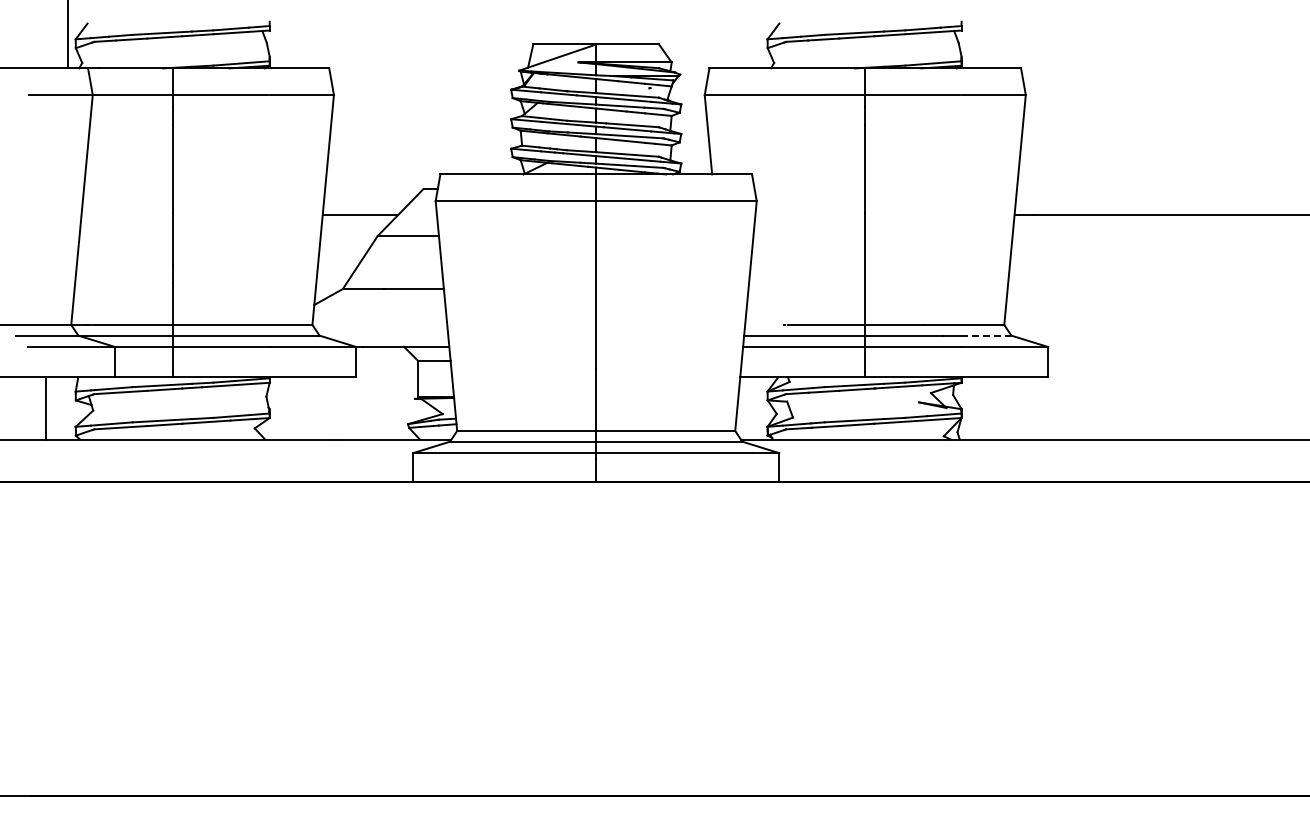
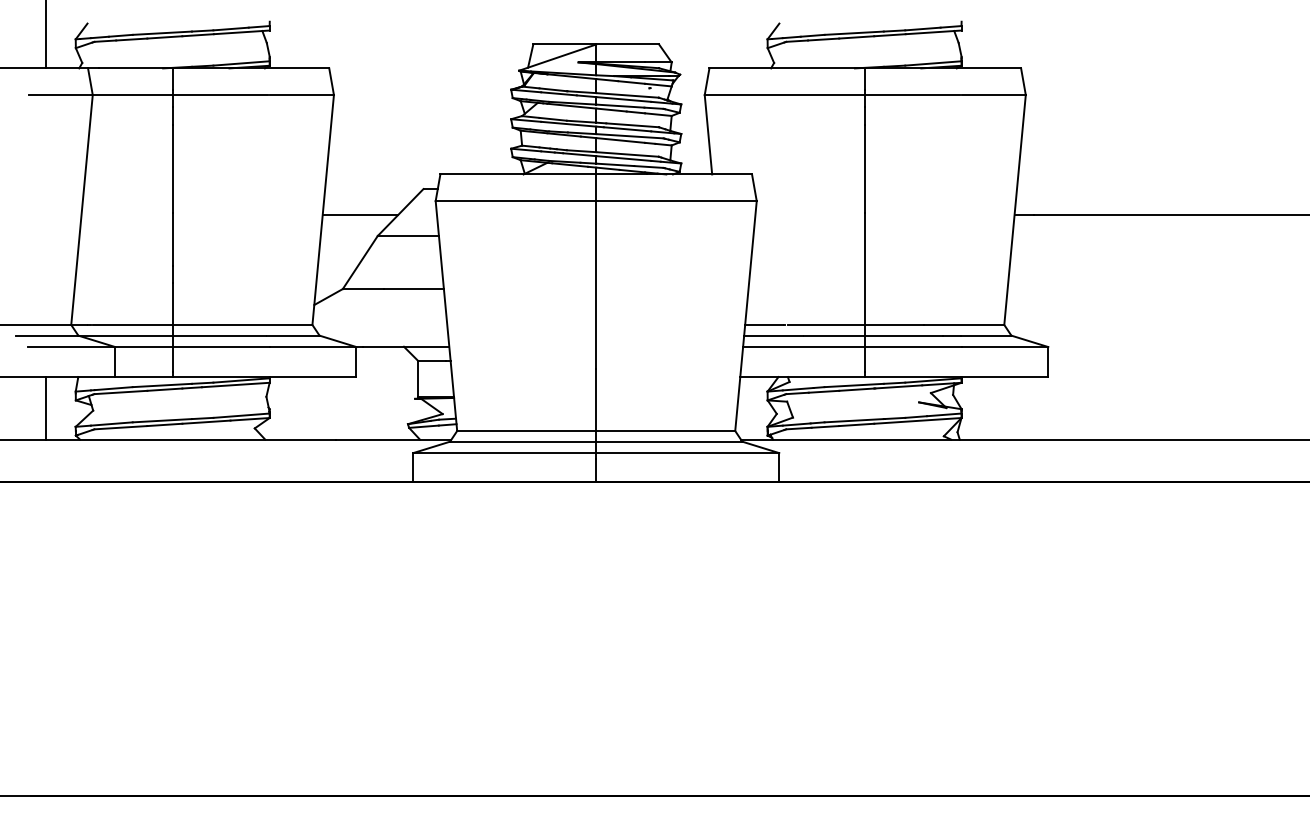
line at (67, 35) position: (67, 35) -> (45, 35)
line at (763, 324): none -> present
line at (986, 335): dashed -> solid
